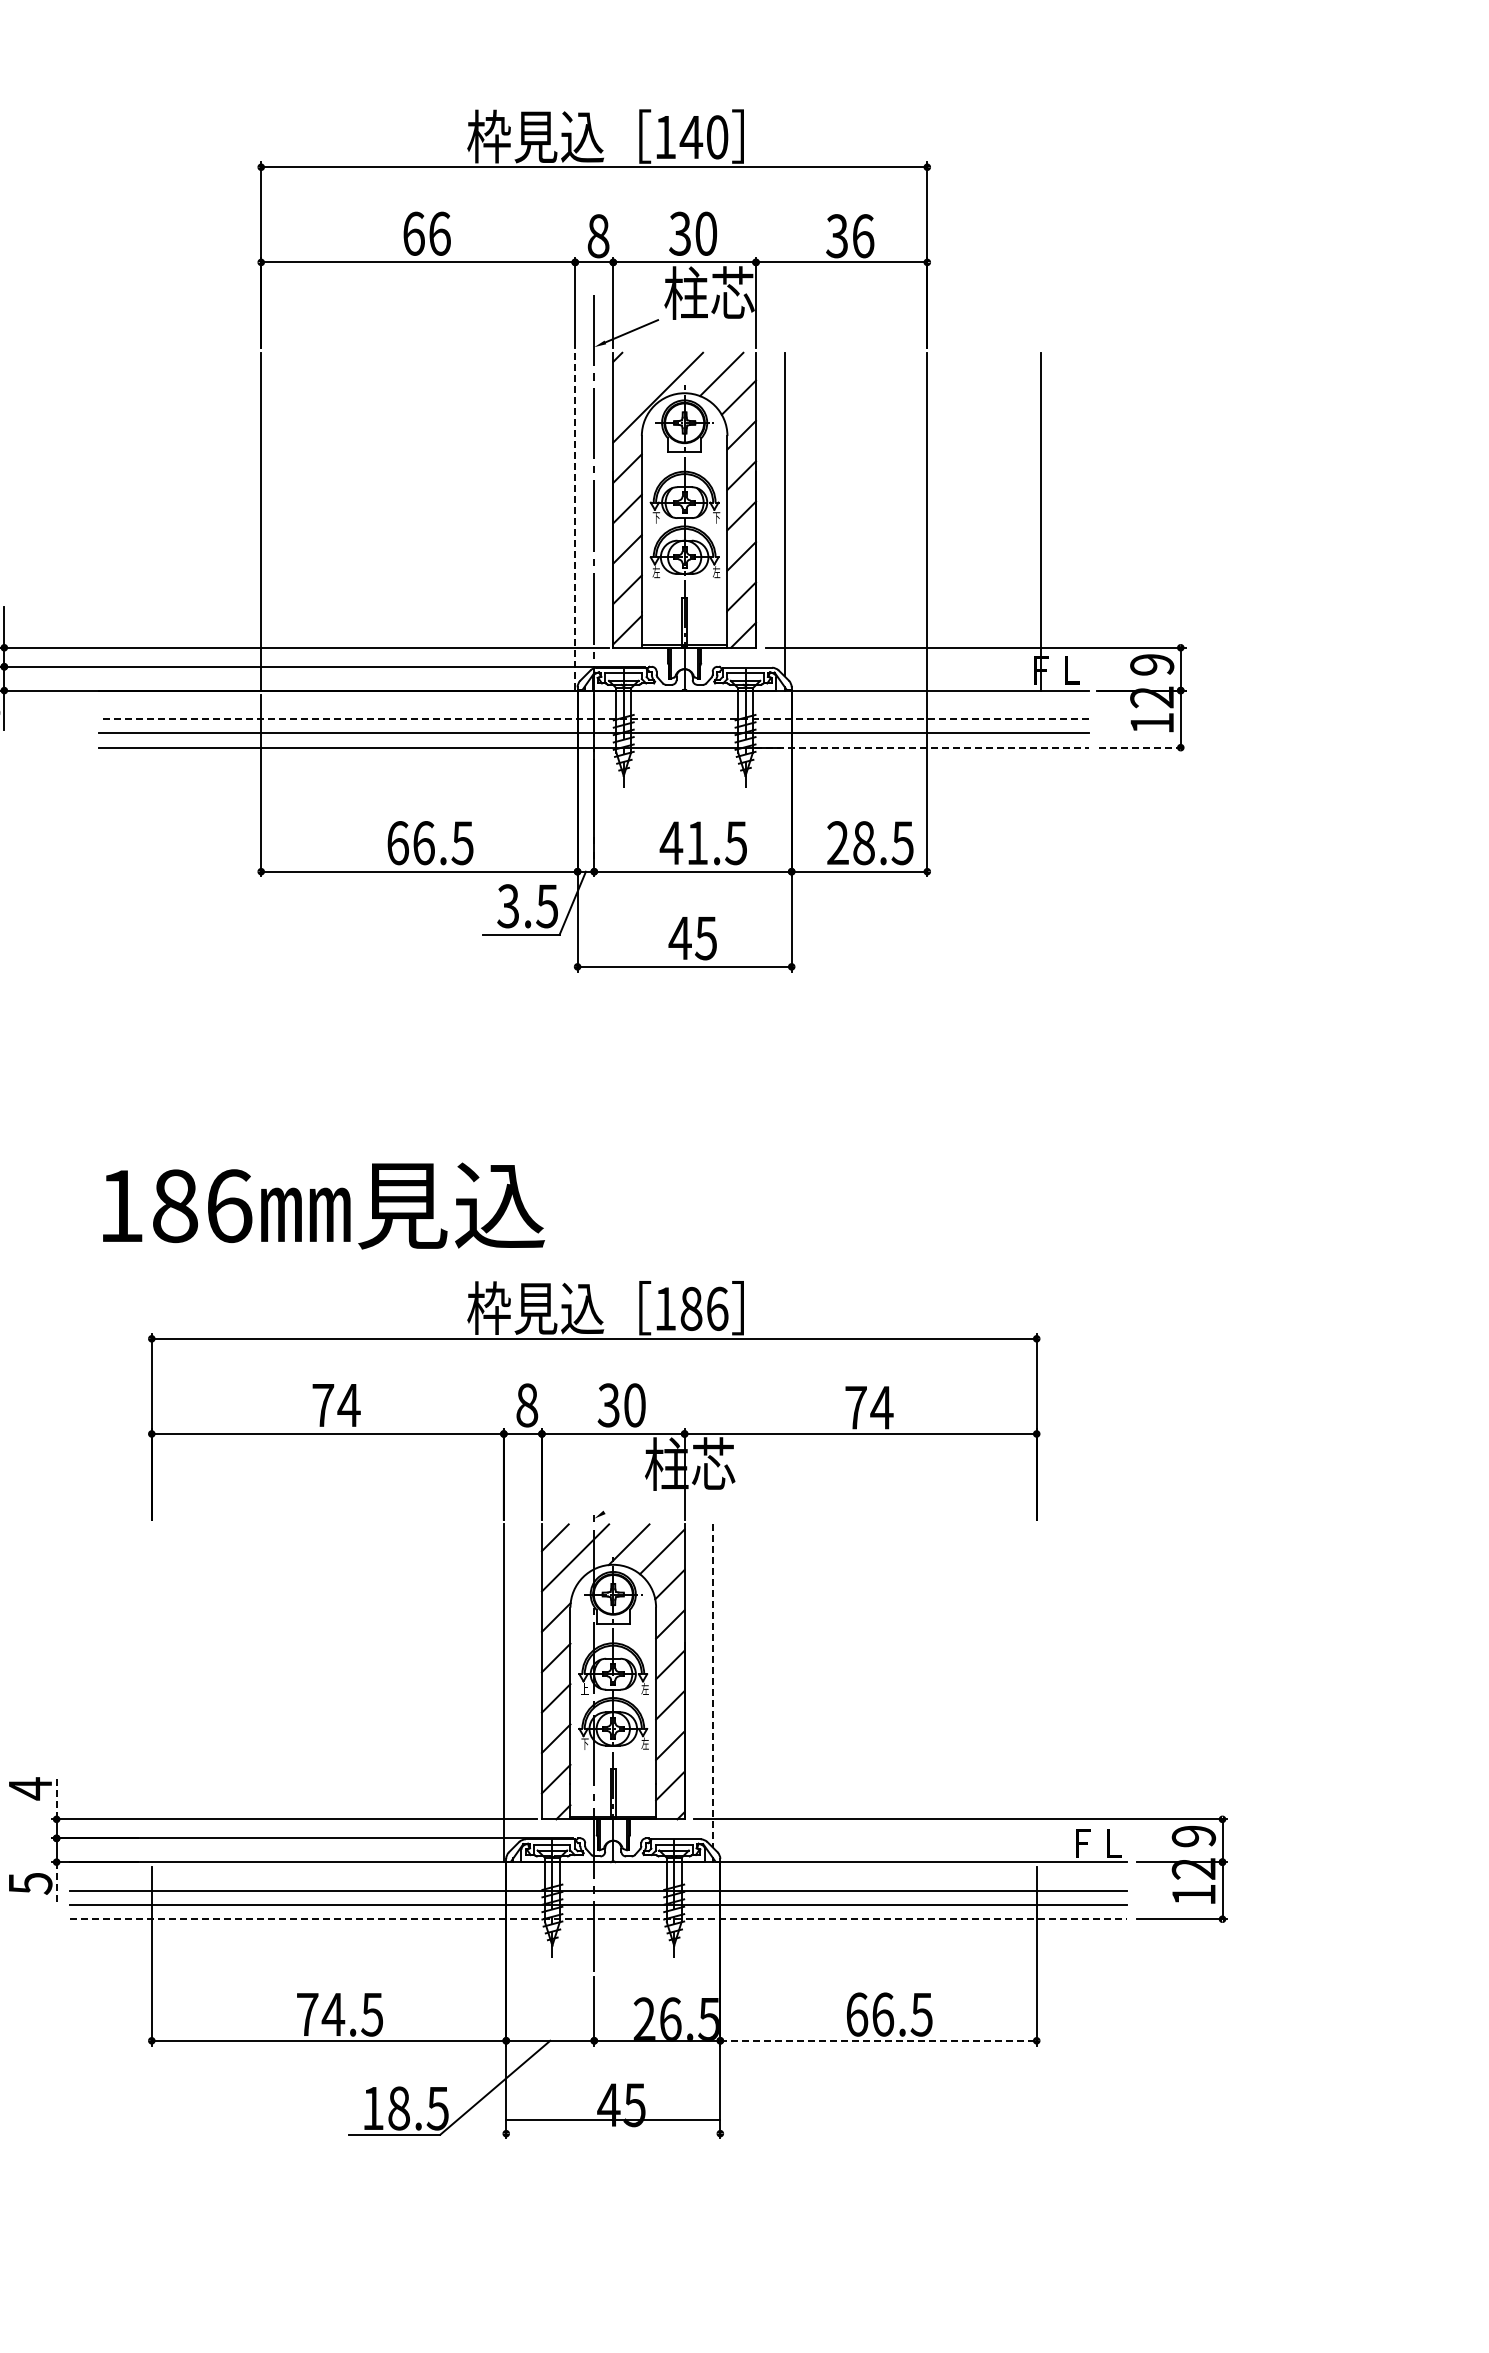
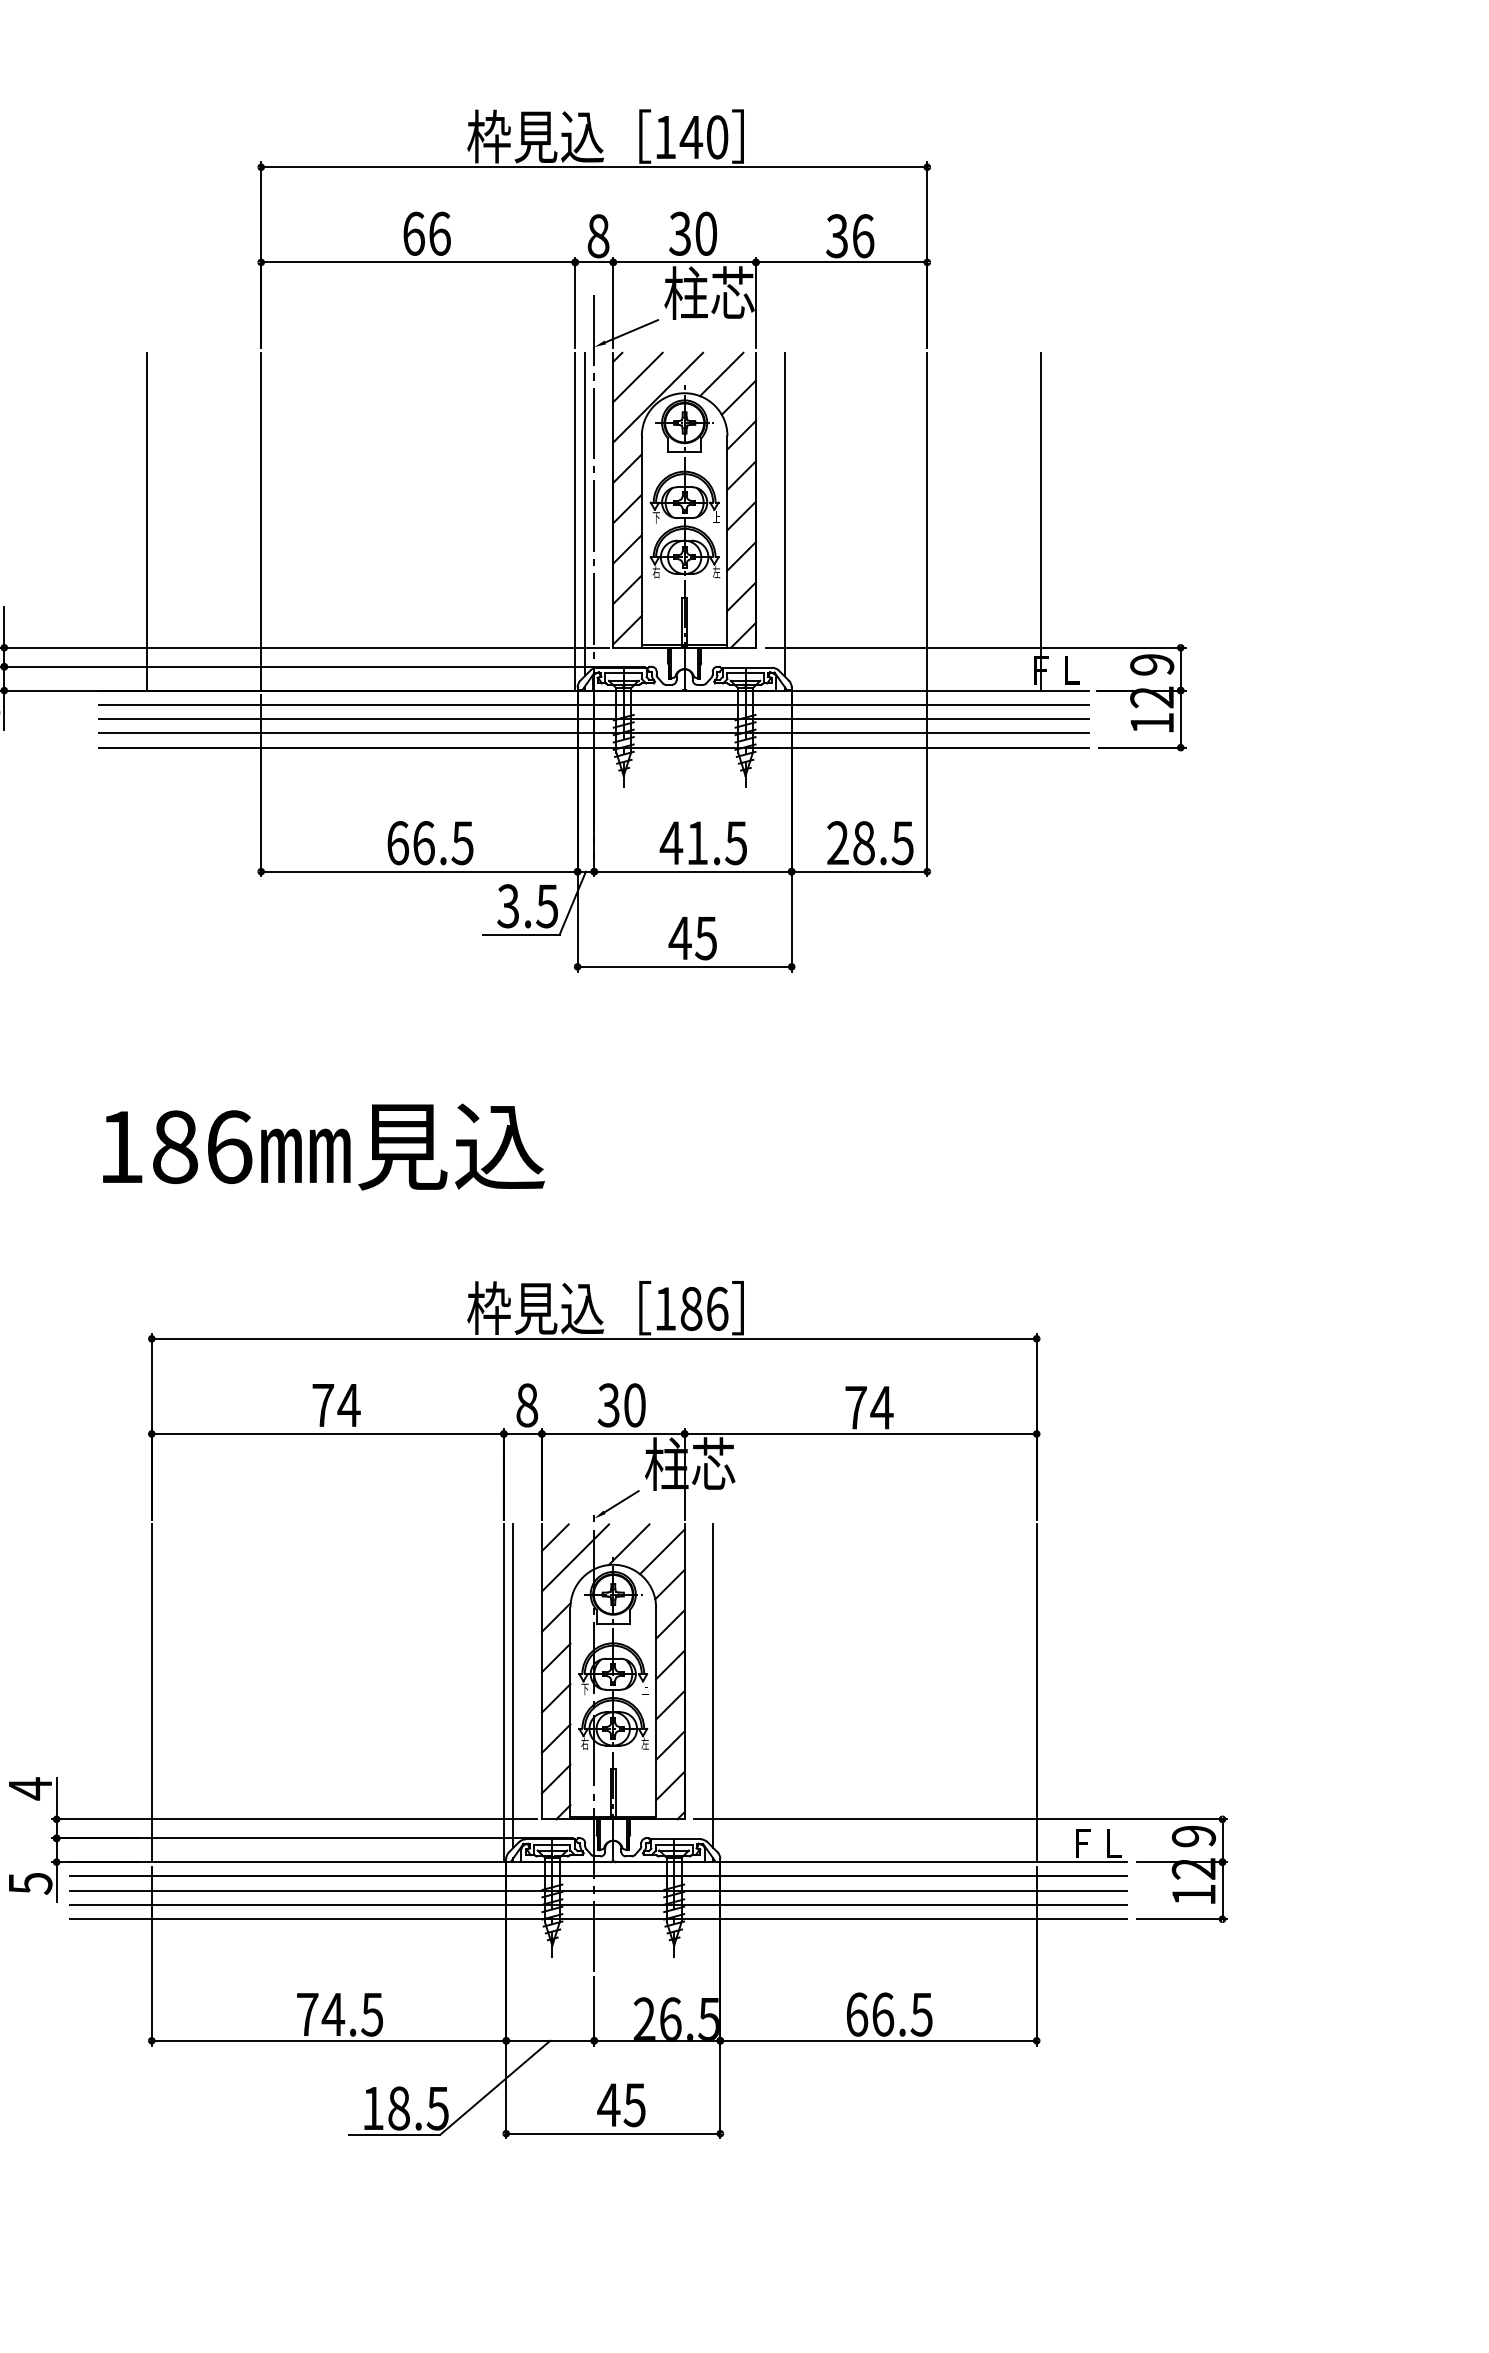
line at (637, 377): none -> present
line at (584, 514): none -> present
text at (716, 517): 下 -> 上
line at (147, 521): none -> present
line at (575, 521): dashed -> solid
text at (656, 572): 左 -> 右
line at (594, 704): none -> present
line at (594, 719): dashed -> solid
line at (922, 747): dashed -> solid
line at (1142, 747): dashed -> solid
text at (323, 1205) position: (323, 1205) -> (323, 1146)
line at (621, 1501): none -> present
line at (513, 1685): none -> present
line at (713, 1686): dashed -> solid
text at (644, 1688): 左 -> 上
text at (584, 1689): 上 -> 下
line at (151, 1693): none -> present
line at (1036, 1693): none -> present
text at (584, 1743): 下 -> 右
line at (56, 1798): dashed -> solid
line at (598, 1876): none -> present
line at (56, 1881): dashed -> solid
line at (598, 1919): dashed -> solid
line at (879, 2040): dashed -> solid
line at (613, 2119) position: (613, 2119) -> (613, 2133)
